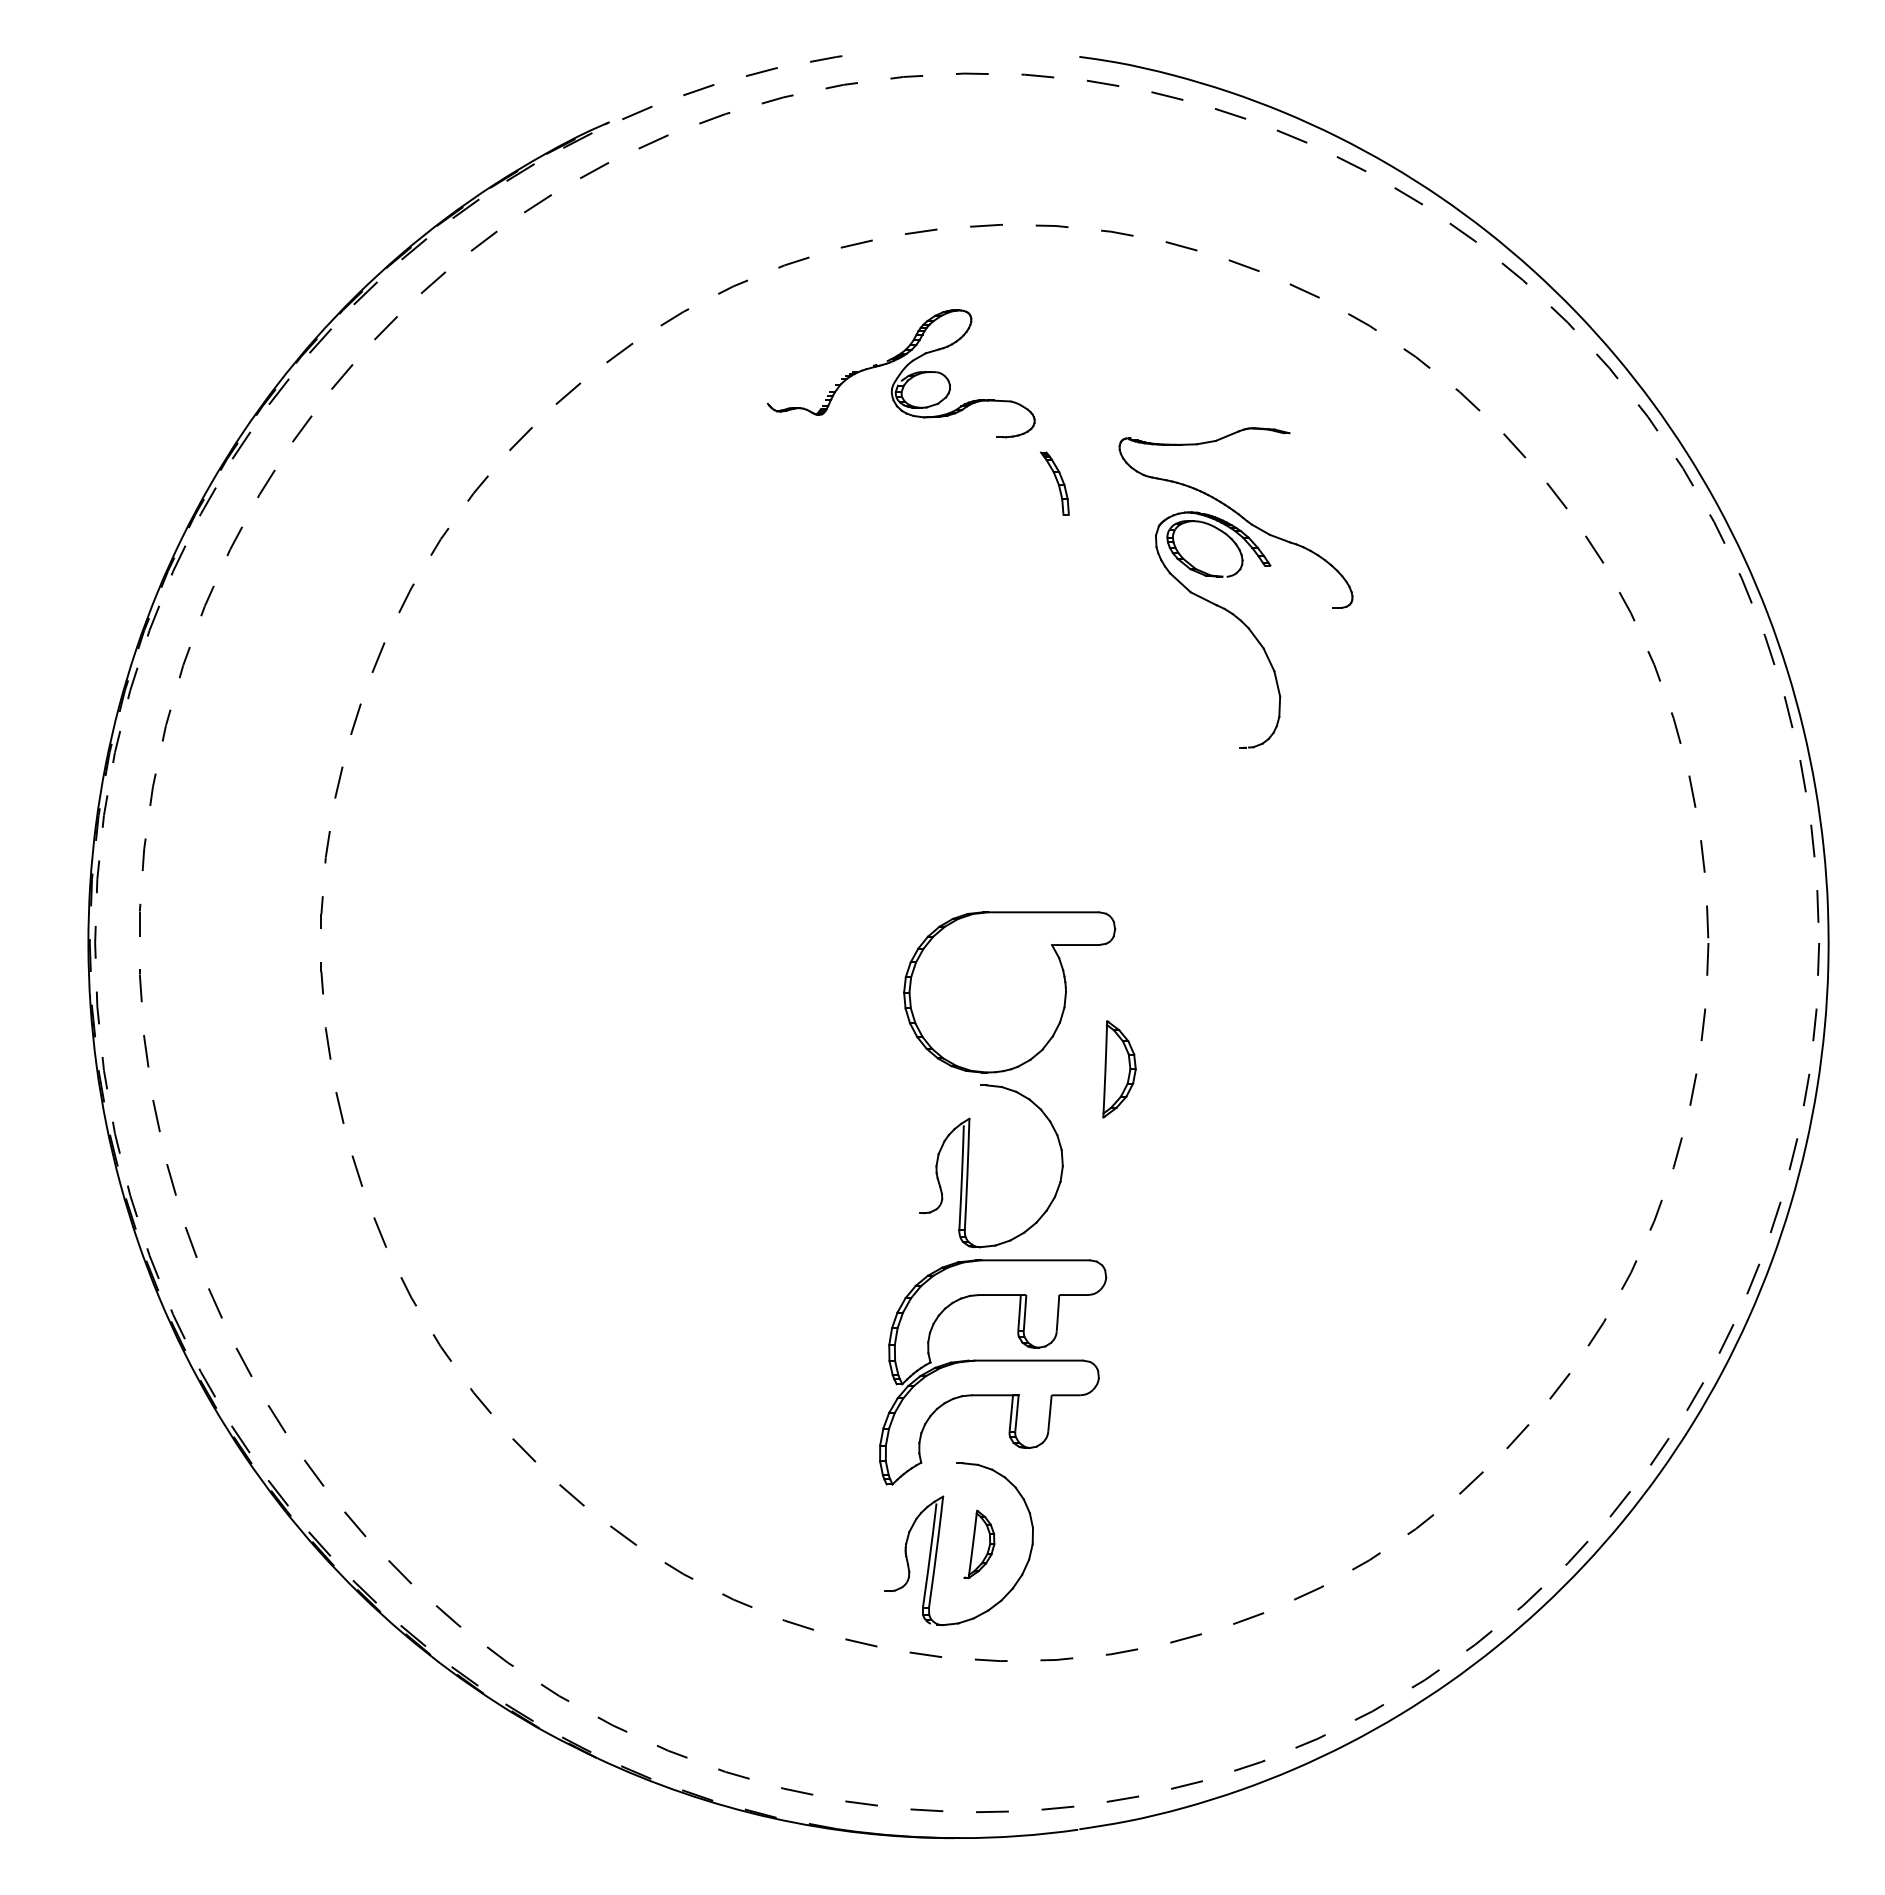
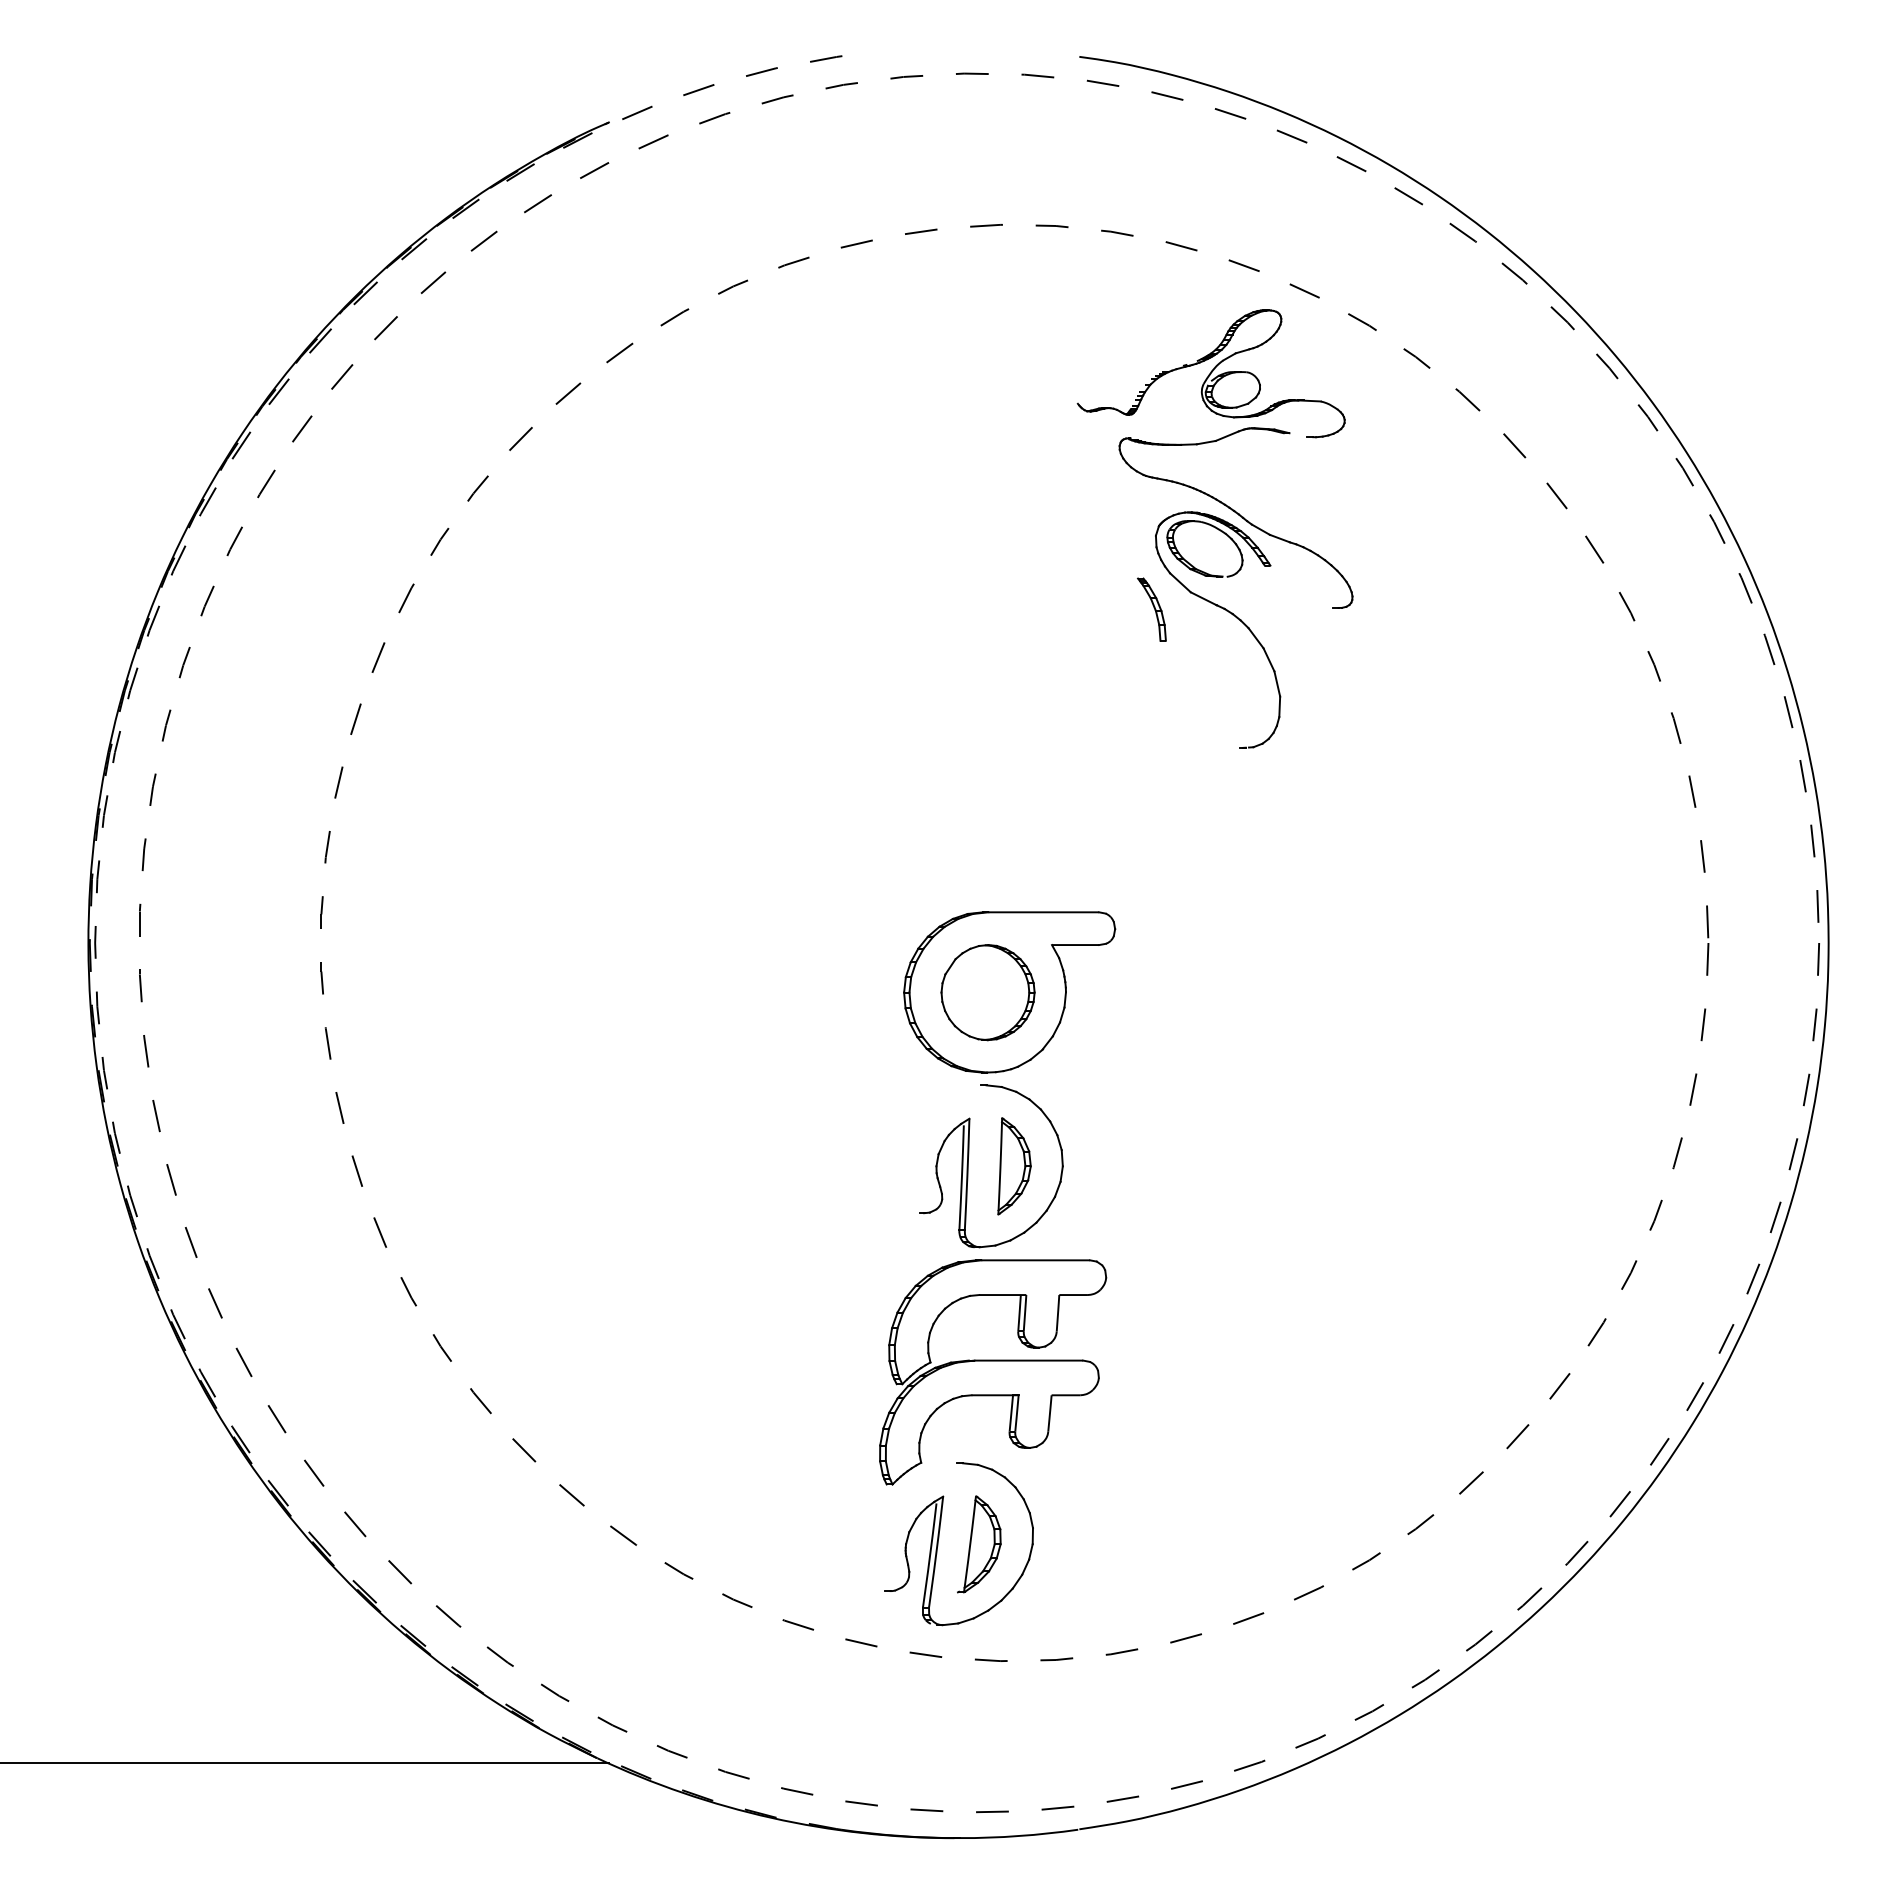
part at (900, 373) position: (900, 373) -> (1210, 373)
part at (1054, 483) position: (1054, 483) -> (1151, 609)
part at (987, 992): none -> present
part at (1119, 1069) position: (1119, 1069) -> (1014, 1166)
part at (979, 1543) size: 33x70 px -> 45x99 px
line at (305, 1763): none -> present
